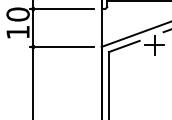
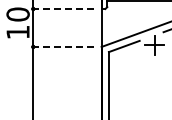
line at (61, 9): solid -> dashed
line at (61, 46): solid -> dashed
